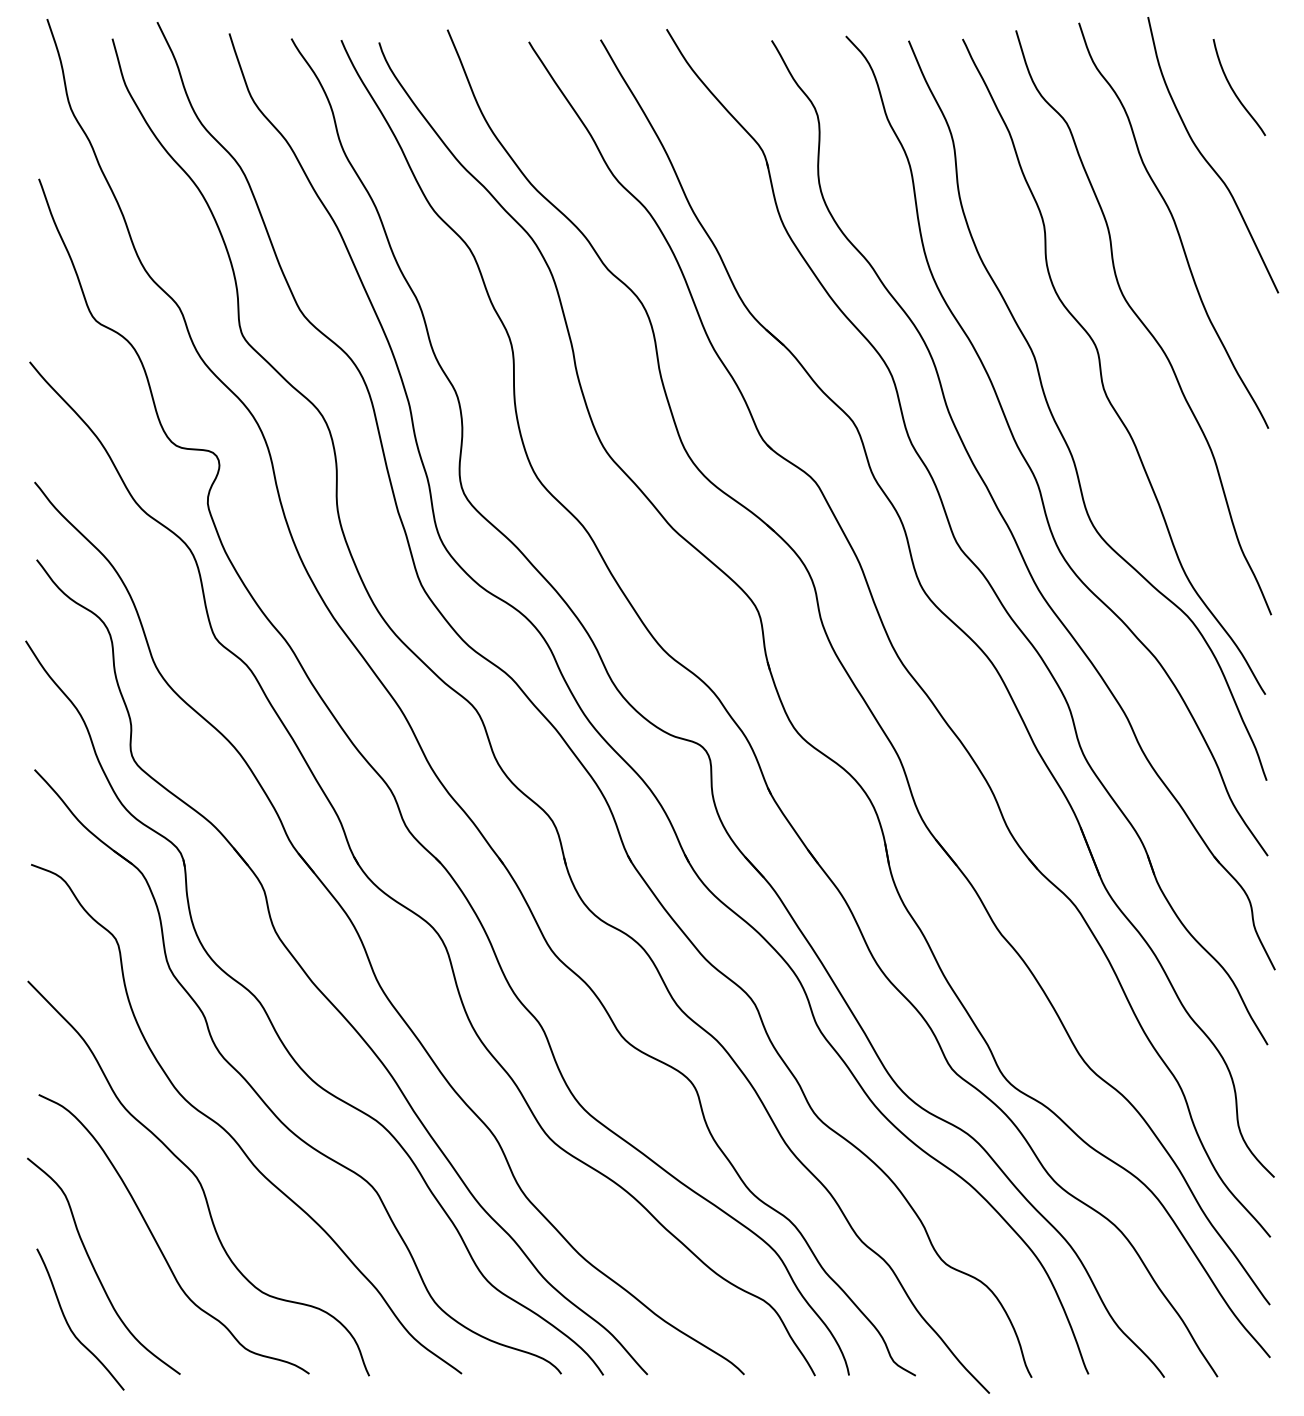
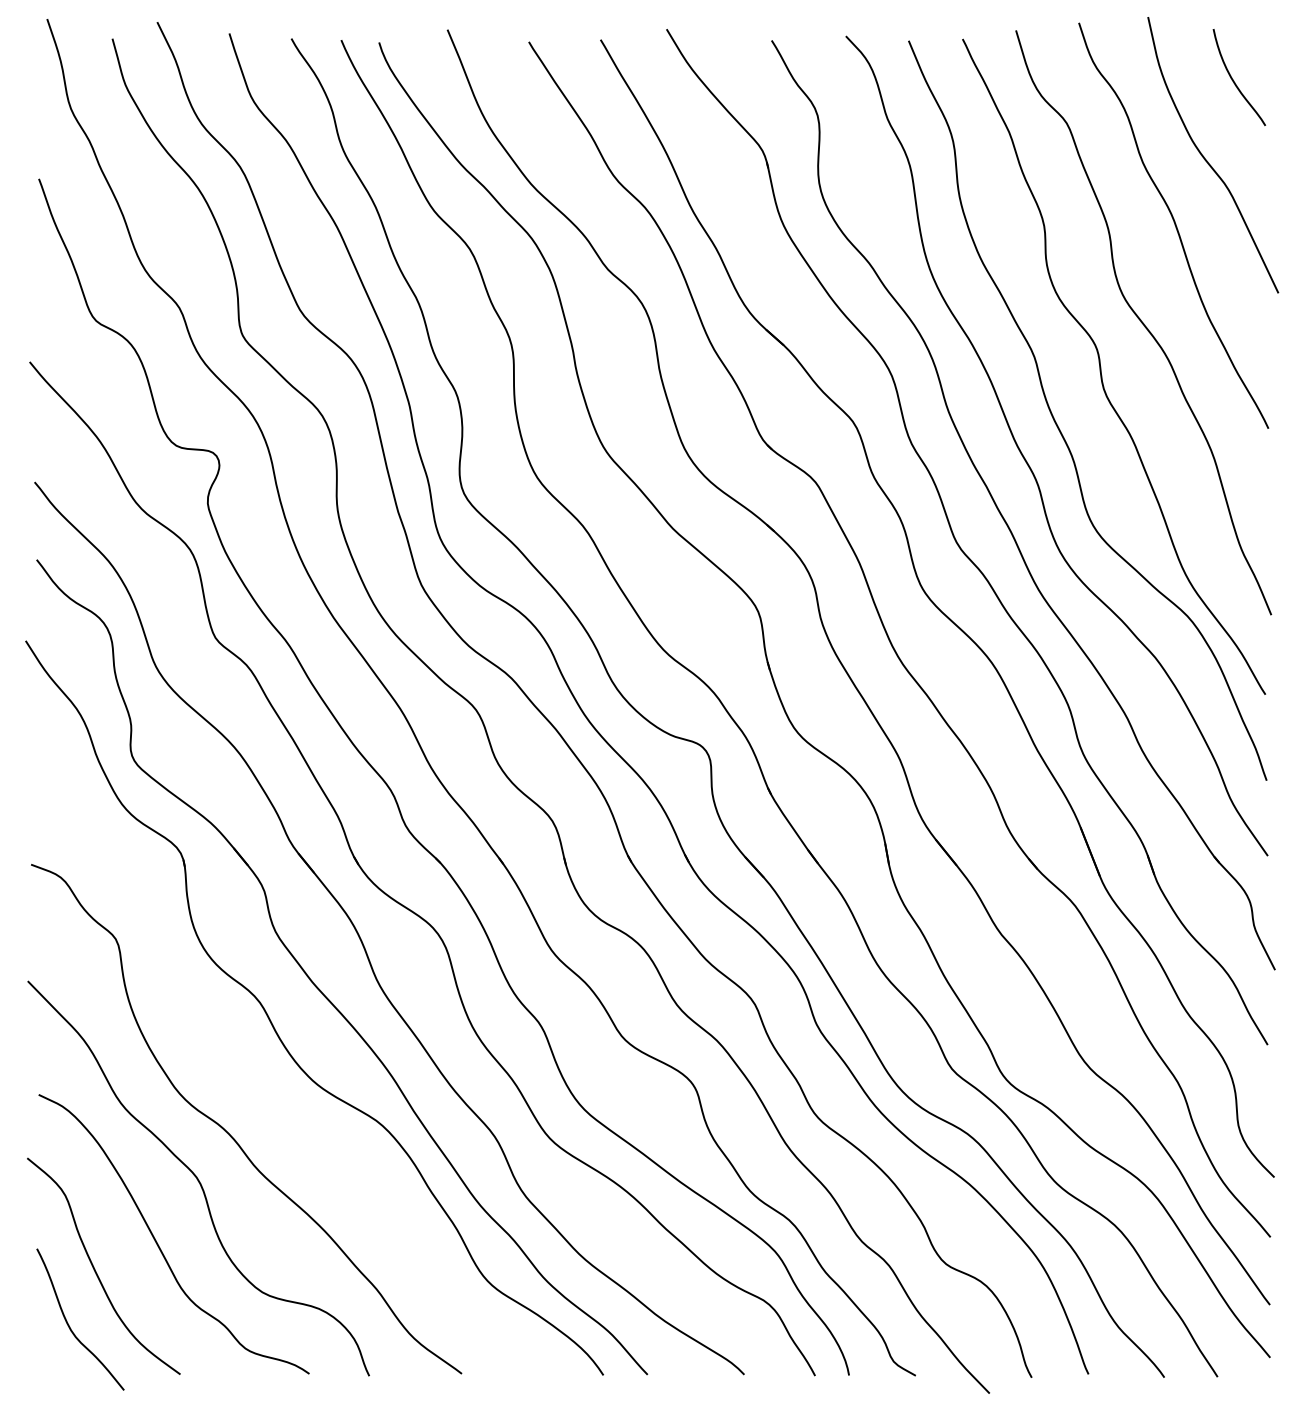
curve at (1234, 90) position: (1234, 90) -> (1234, 80)
part at (262, 1098): present -> none
